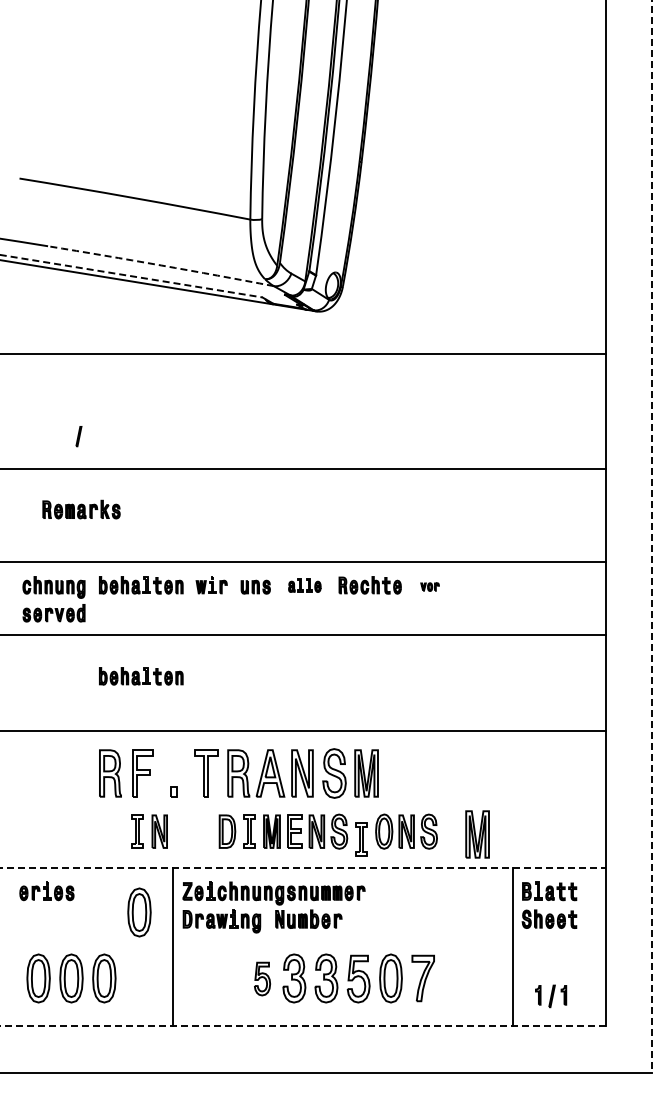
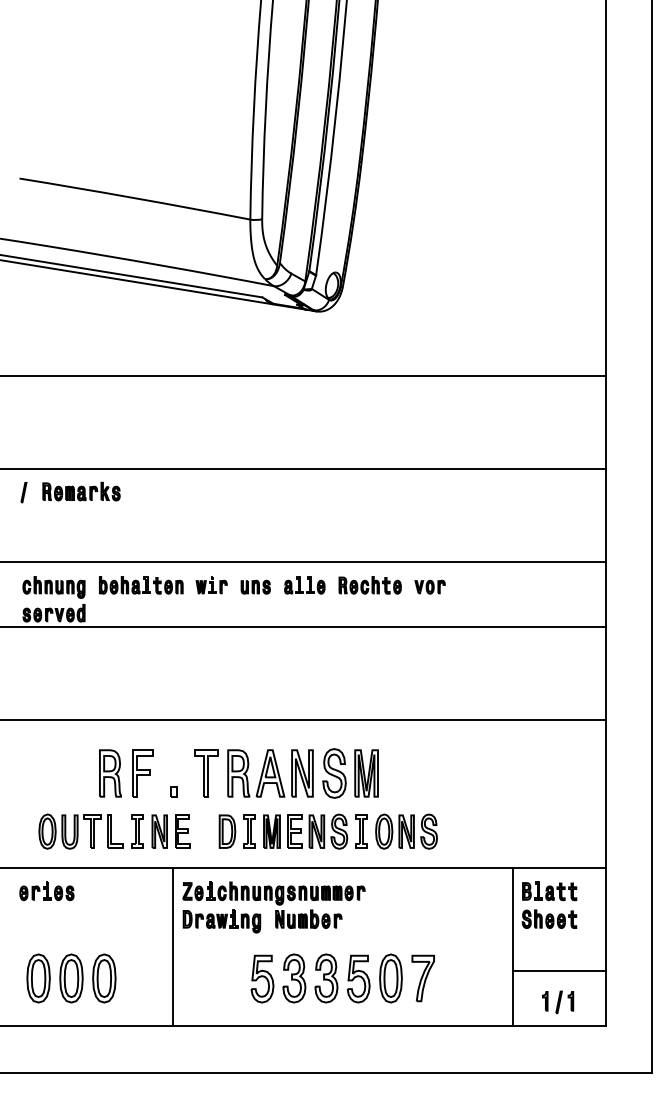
arc at (161, 265): dashed -> solid
line at (131, 276): dashed -> solid
line at (303, 353) position: (303, 353) -> (303, 375)
line at (78, 436) position: (78, 436) -> (23, 492)
part at (81, 509) position: (81, 509) -> (81, 491)
line at (652, 536): dashed -> solid
part at (304, 585) size: 34x15 px -> 42x19 px
part at (429, 586) size: 20x10 px -> 32x16 px
line at (303, 634) position: (303, 634) -> (303, 626)
part at (141, 676): present -> none
line at (303, 730) position: (303, 730) -> (303, 719)
part at (80, 831): none -> present
part at (182, 831): none -> present
part at (477, 834): present -> none
part at (361, 839) position: (361, 839) -> (361, 831)
line at (303, 868): dashed -> solid
part at (139, 912): present -> none
line at (558, 970): none -> present
part at (262, 978) size: 17x36 px -> 25x50 px
part at (551, 996) position: (551, 996) -> (558, 1002)
line at (302, 1026): dashed -> solid
